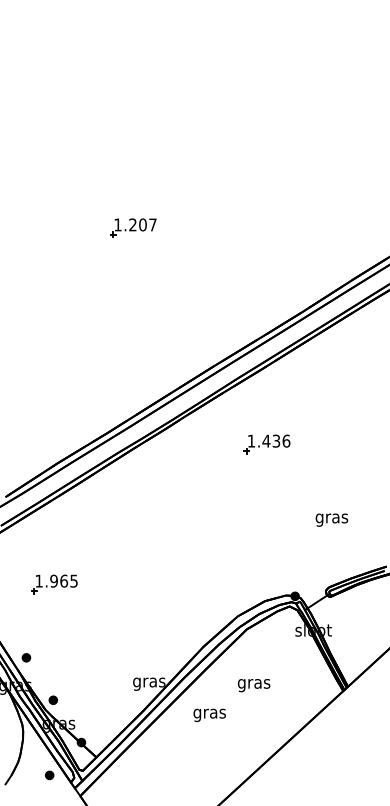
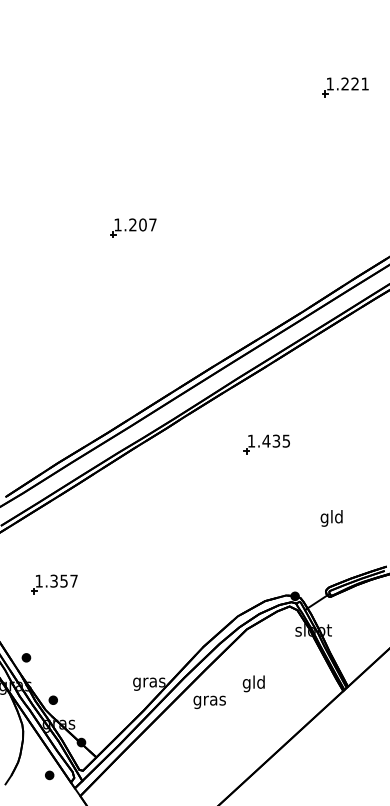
part at (345, 87): none -> present
text at (286, 440): 1.436 -> 1.435
text at (331, 518): gras -> gld
text at (63, 580): 1.965 -> 1.357
text at (253, 683): gras -> gld
text at (209, 714) position: (209, 714) -> (209, 701)
